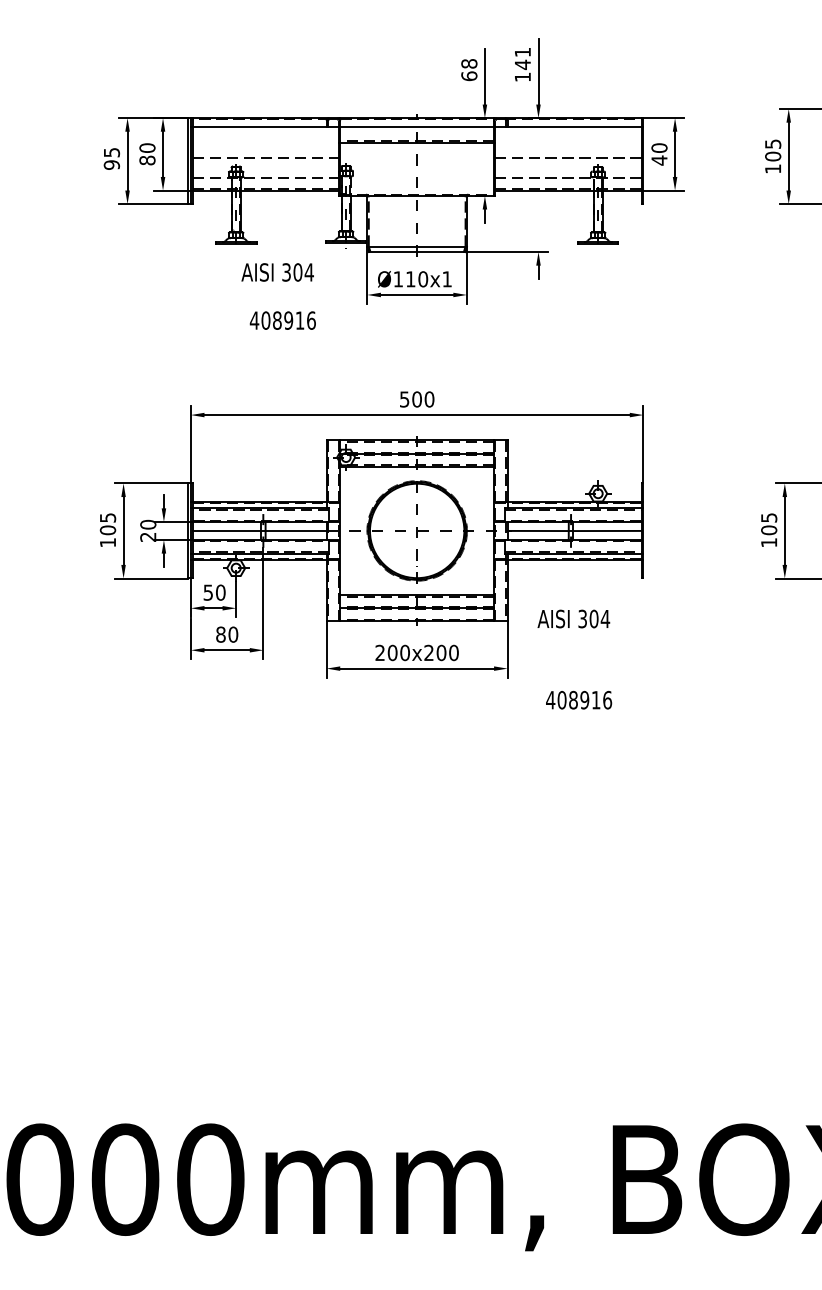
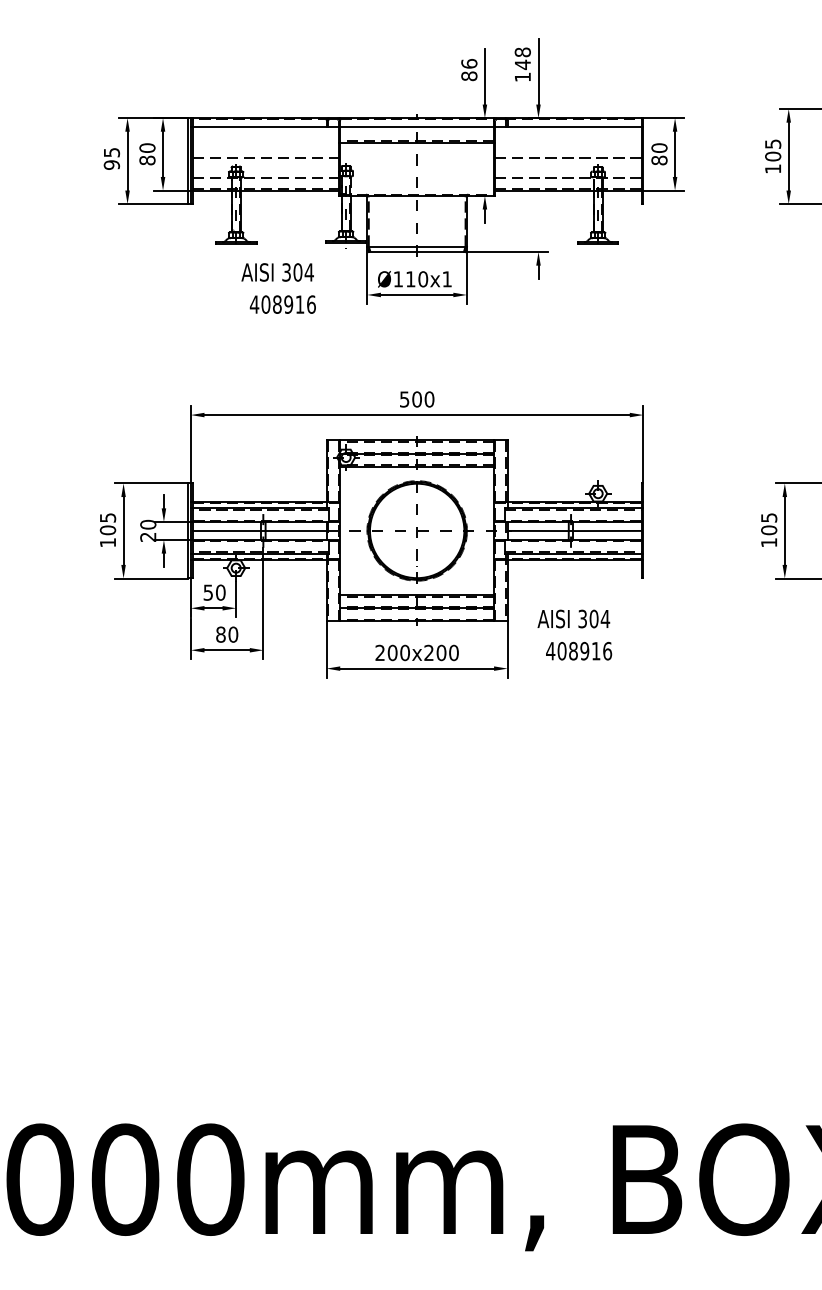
text at (522, 52): 141 -> 148
text at (469, 69): 68 -> 86
text at (659, 160): 40 -> 80
text at (282, 320) position: (282, 320) -> (282, 304)
text at (579, 699) position: (579, 699) -> (579, 650)
